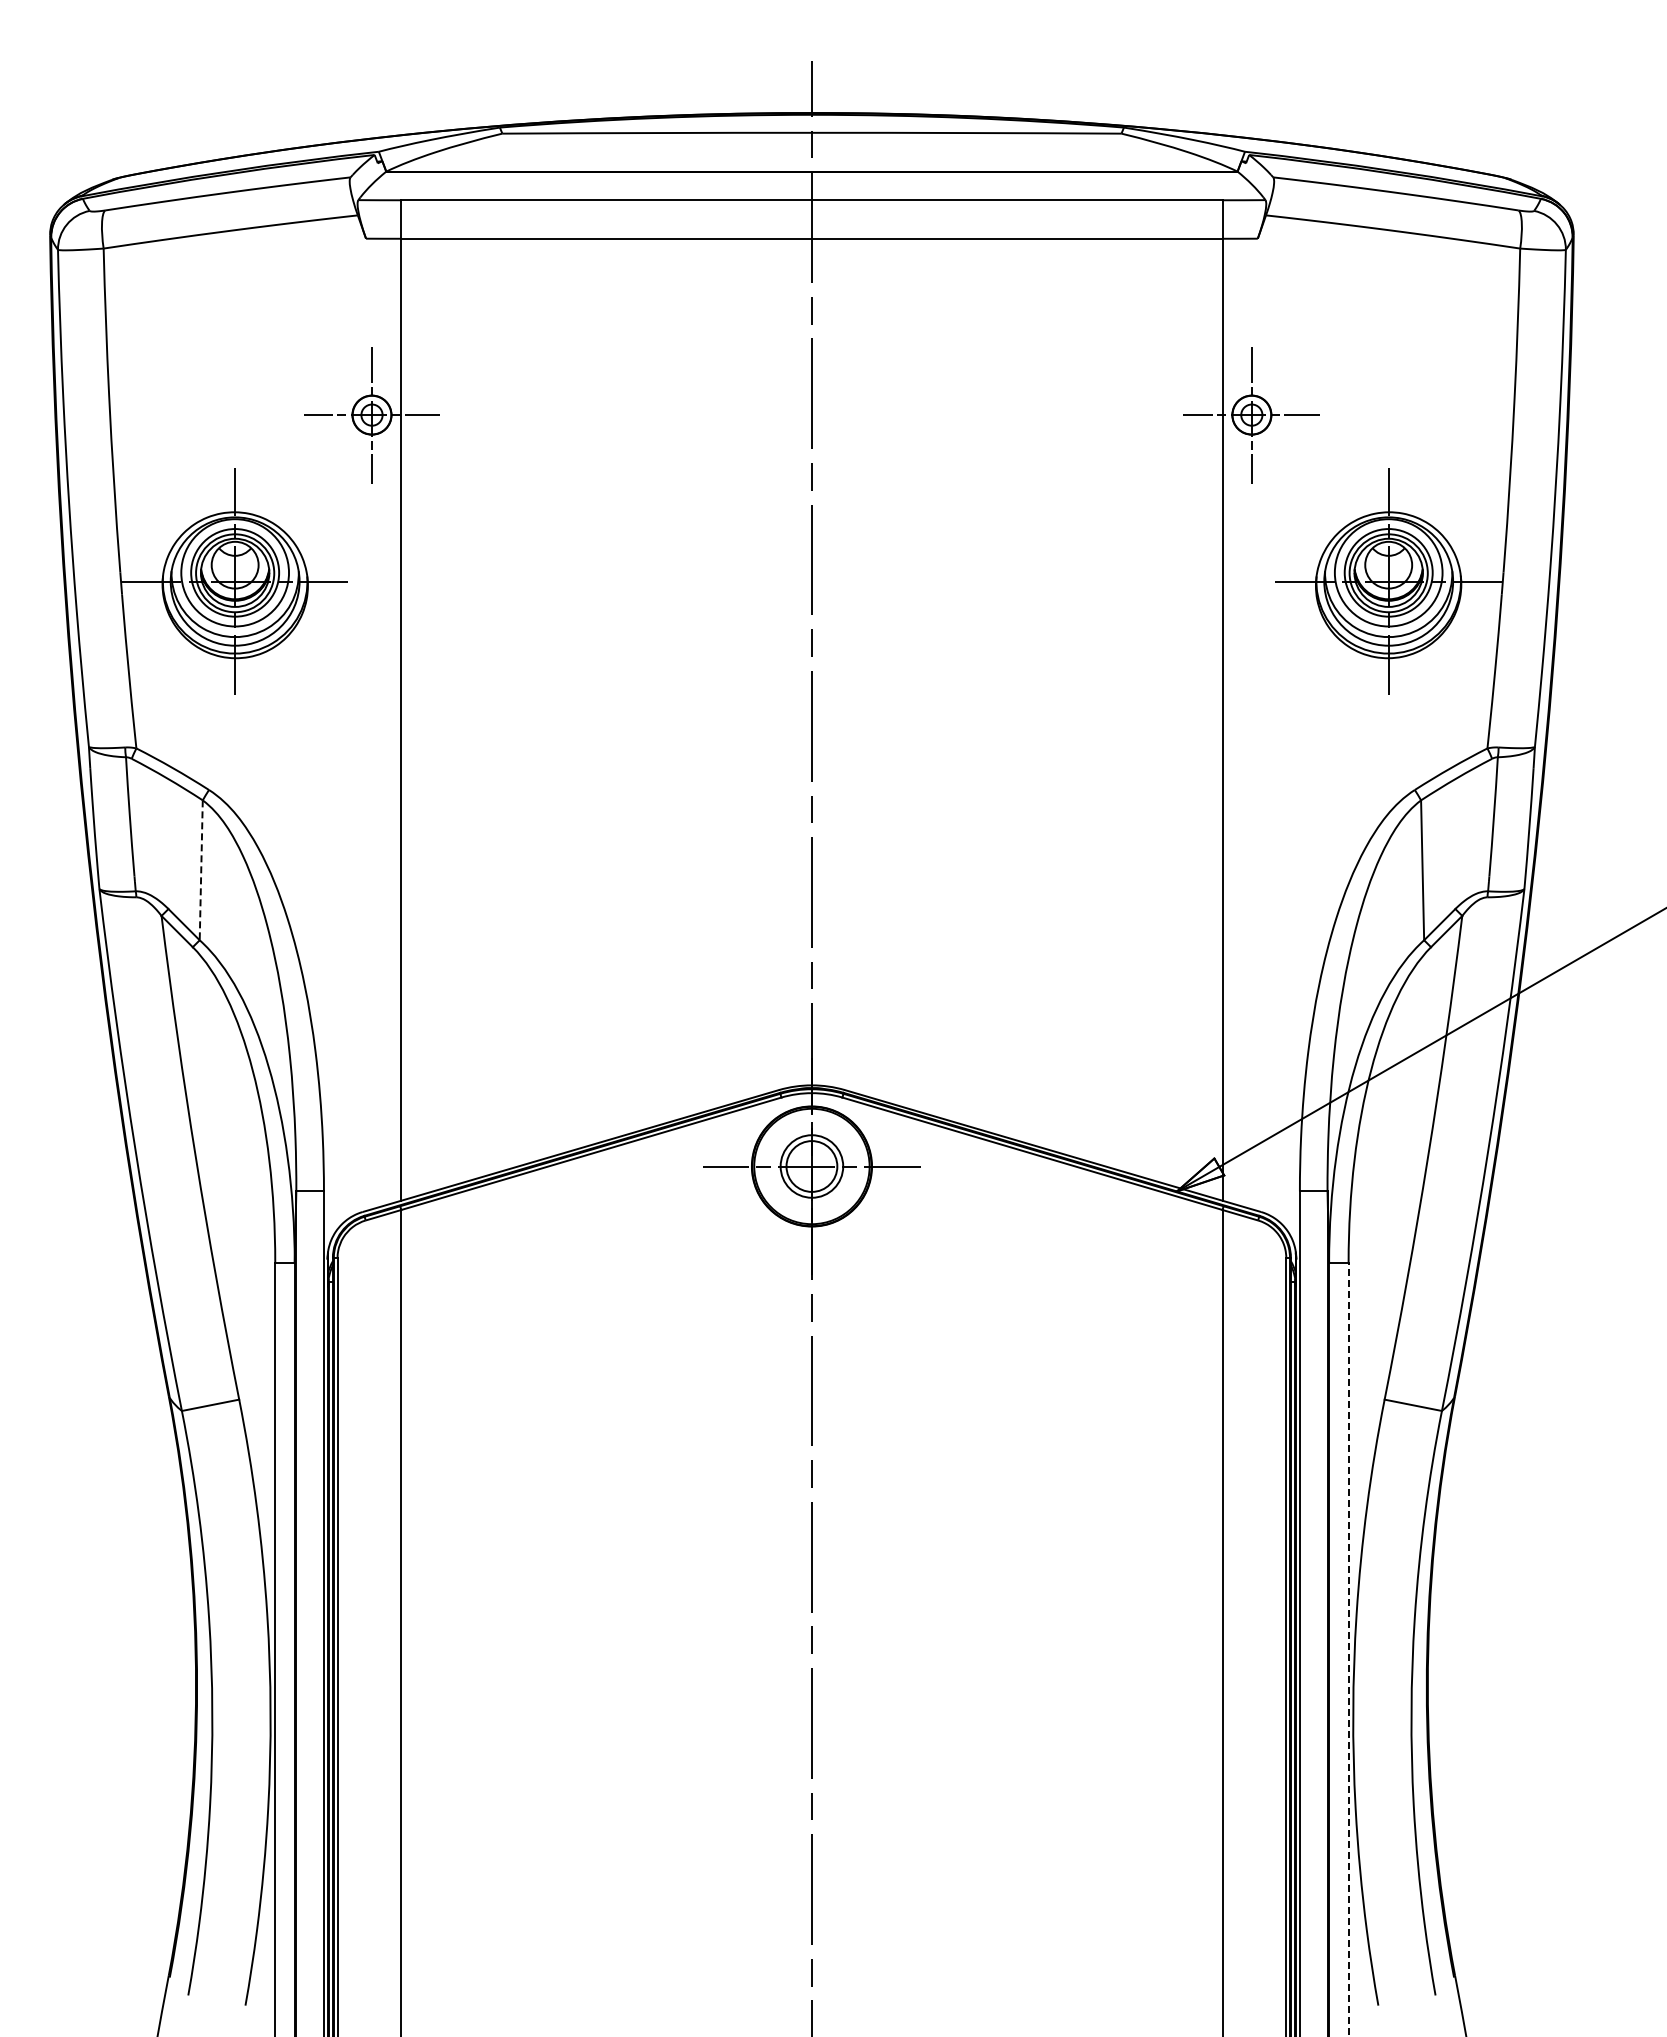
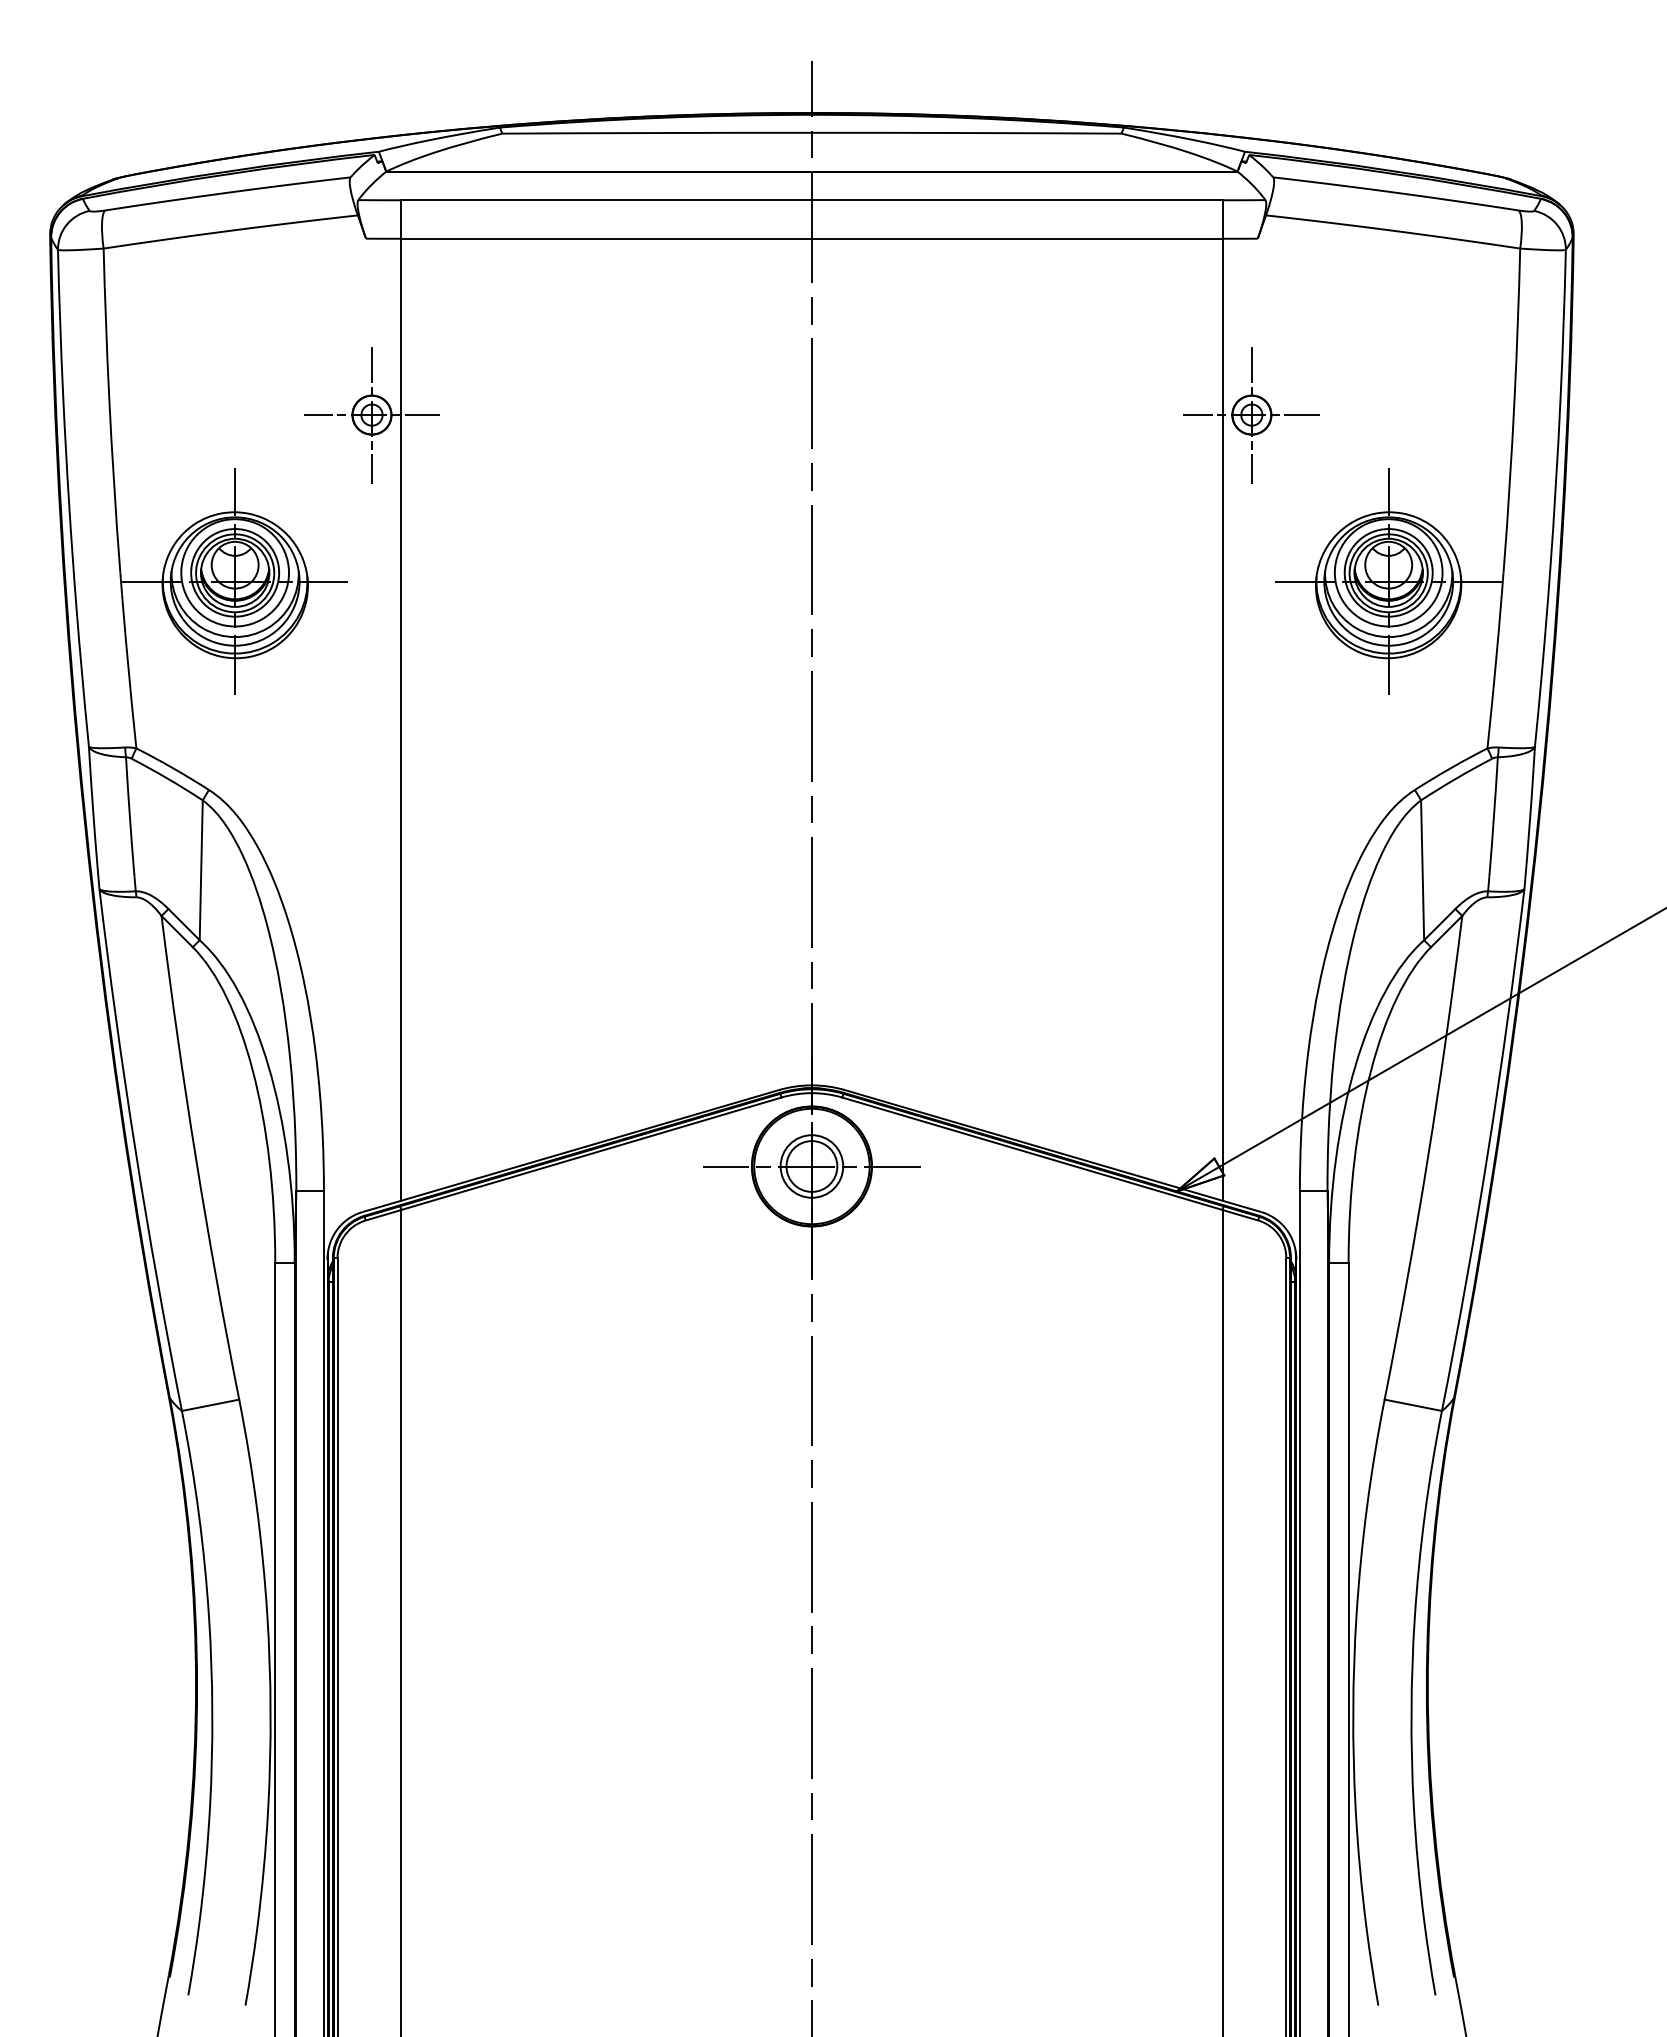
line at (201, 870): dashed -> solid
line at (1348, 1649): dashed -> solid
